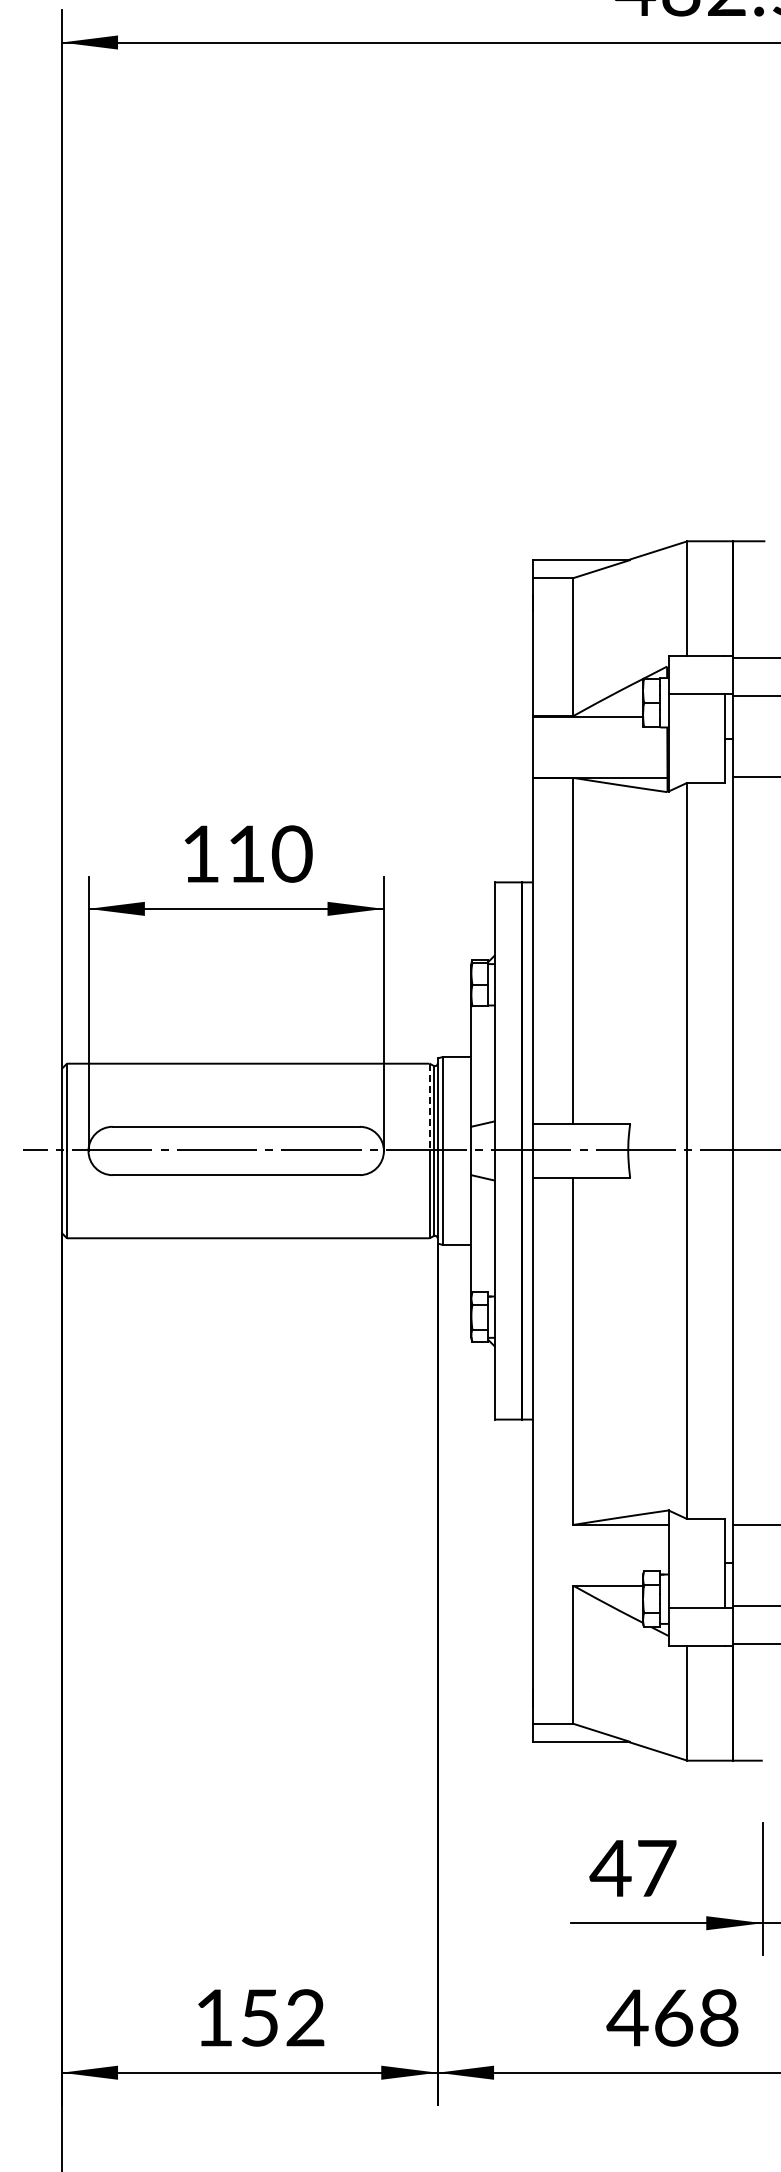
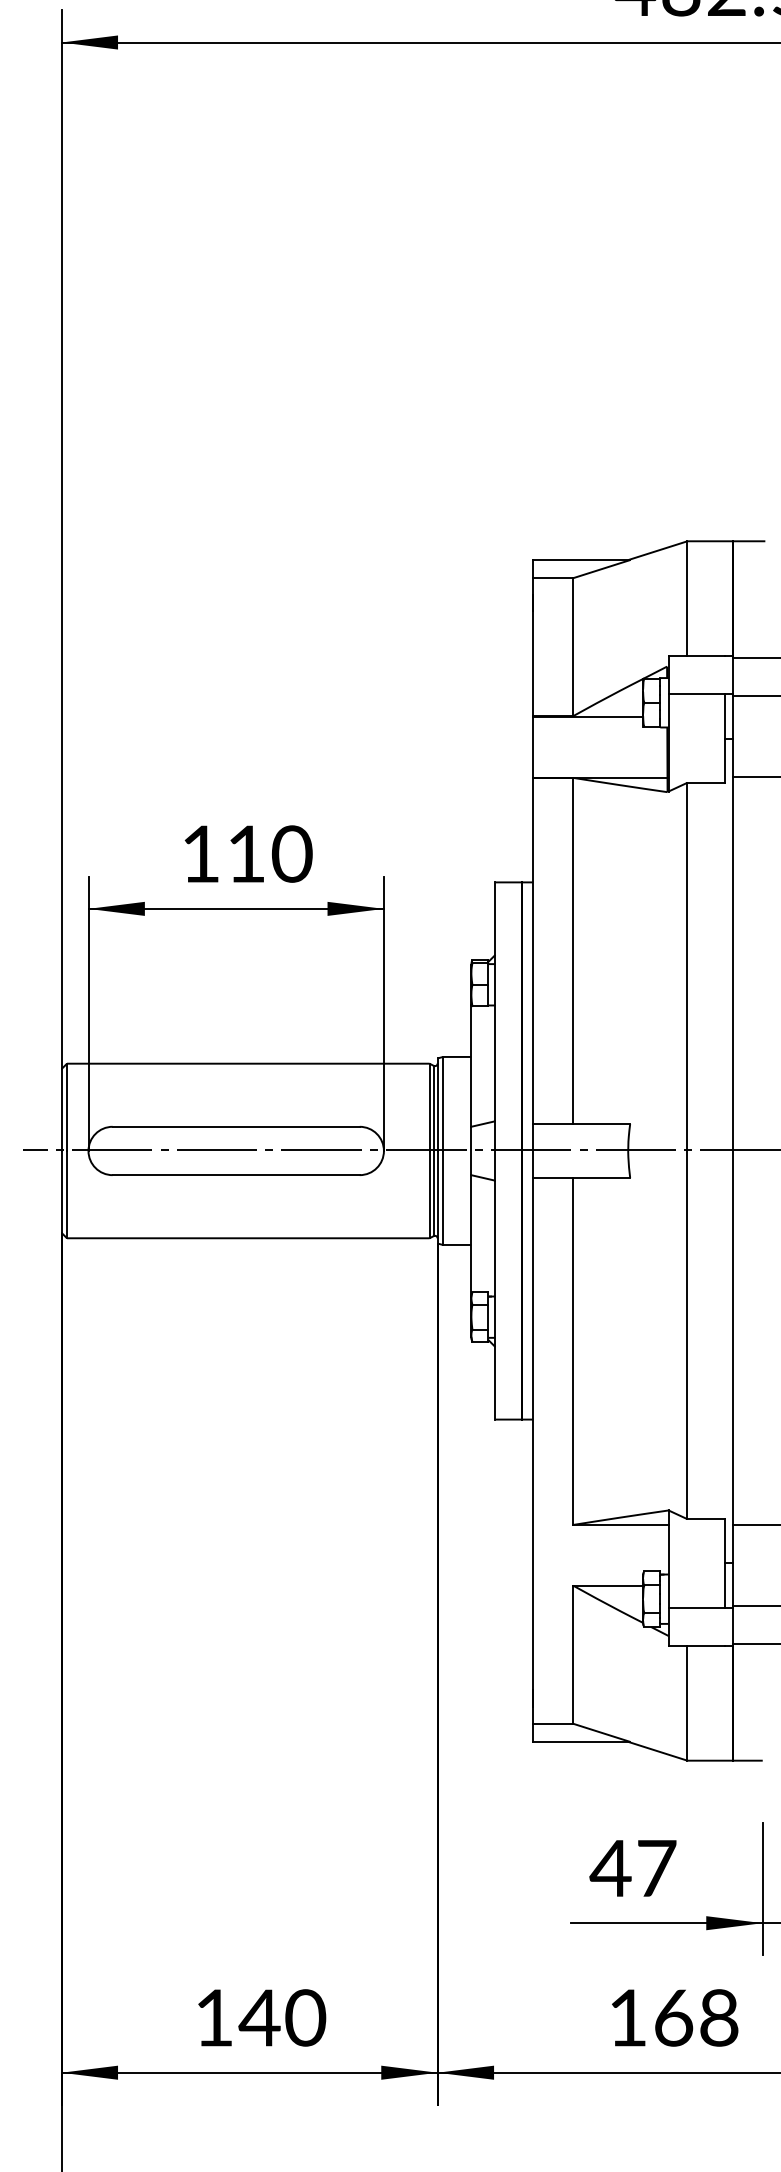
line at (429, 1107): dashed -> solid
text at (282, 2017): 152 -> 140
text at (627, 2017): 468 -> 168
